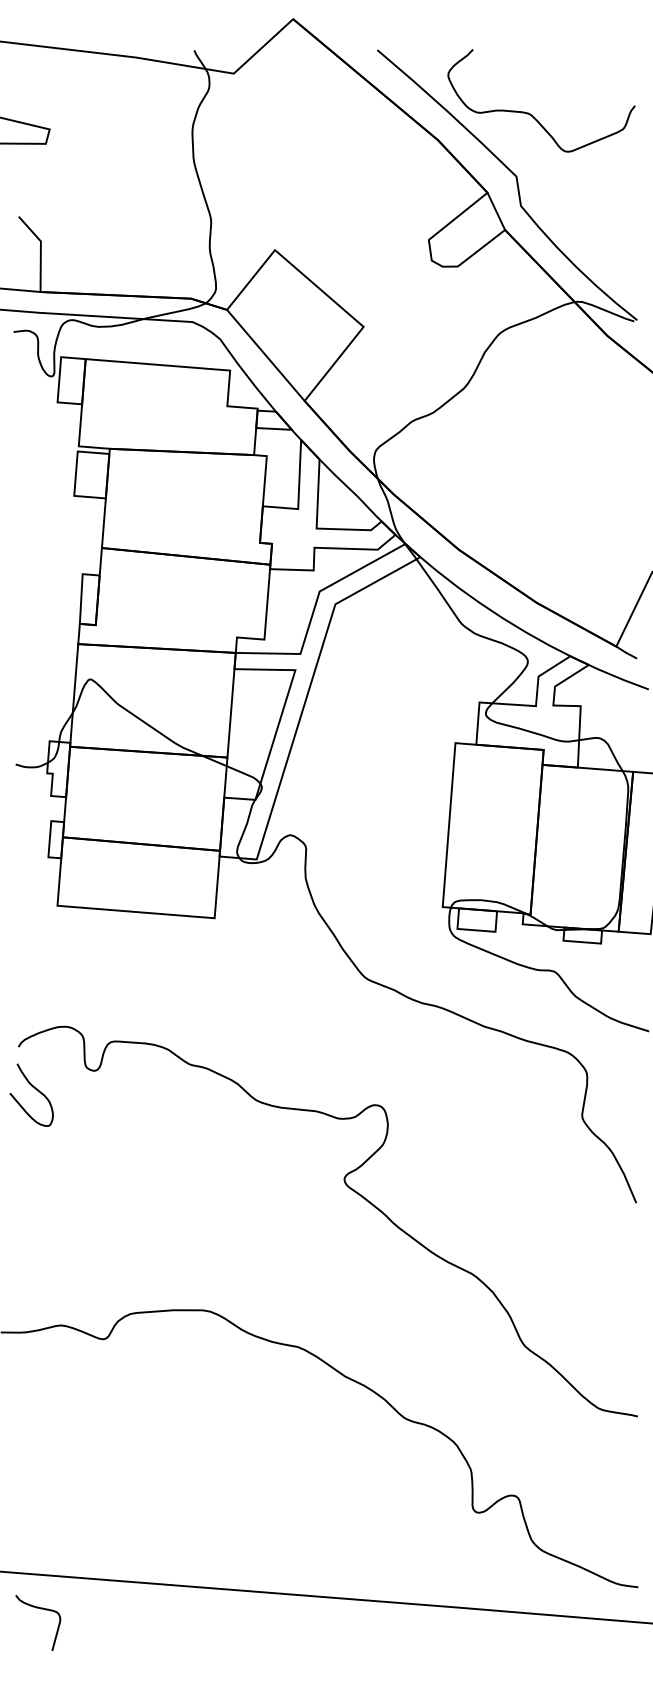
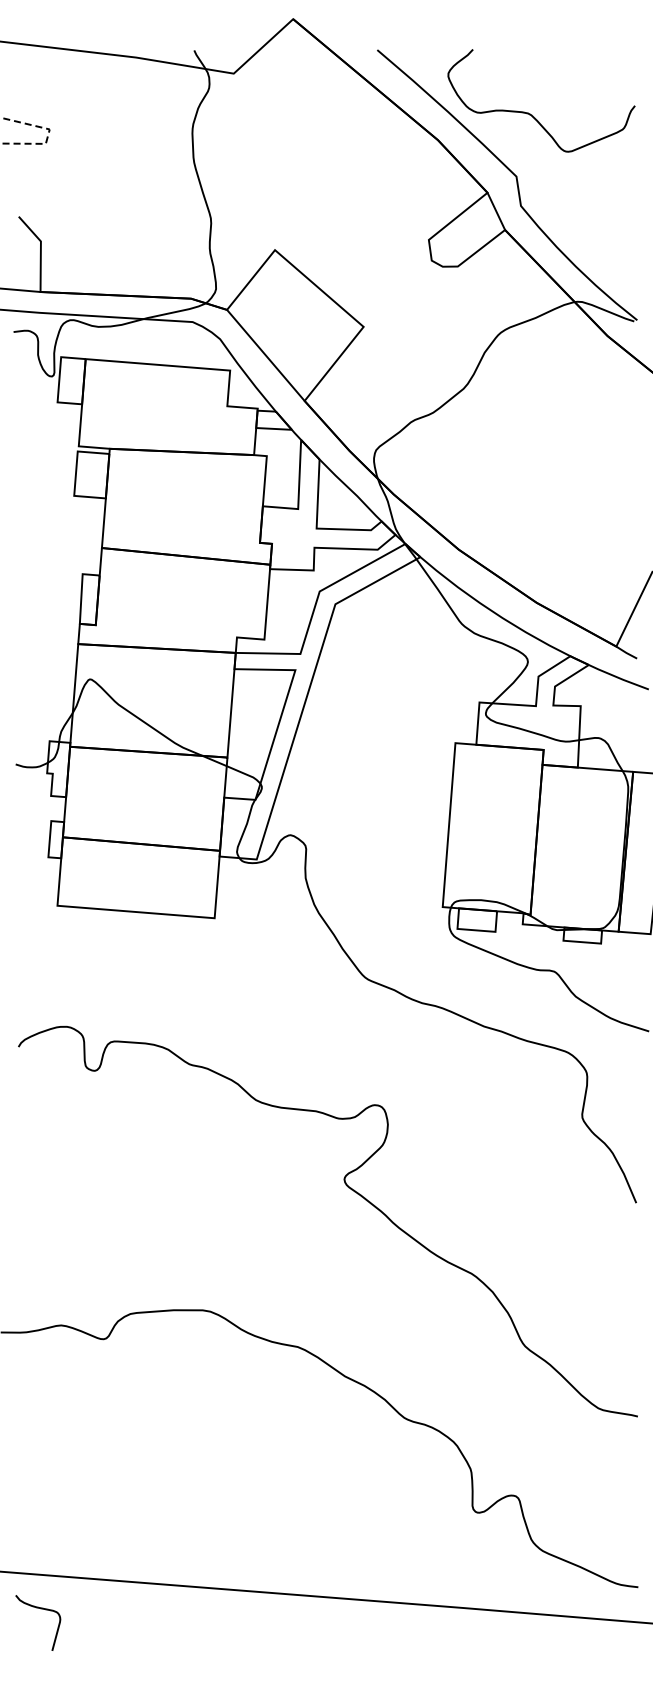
line at (48, 134): solid -> dashed
curve at (35, 1089): present -> none
